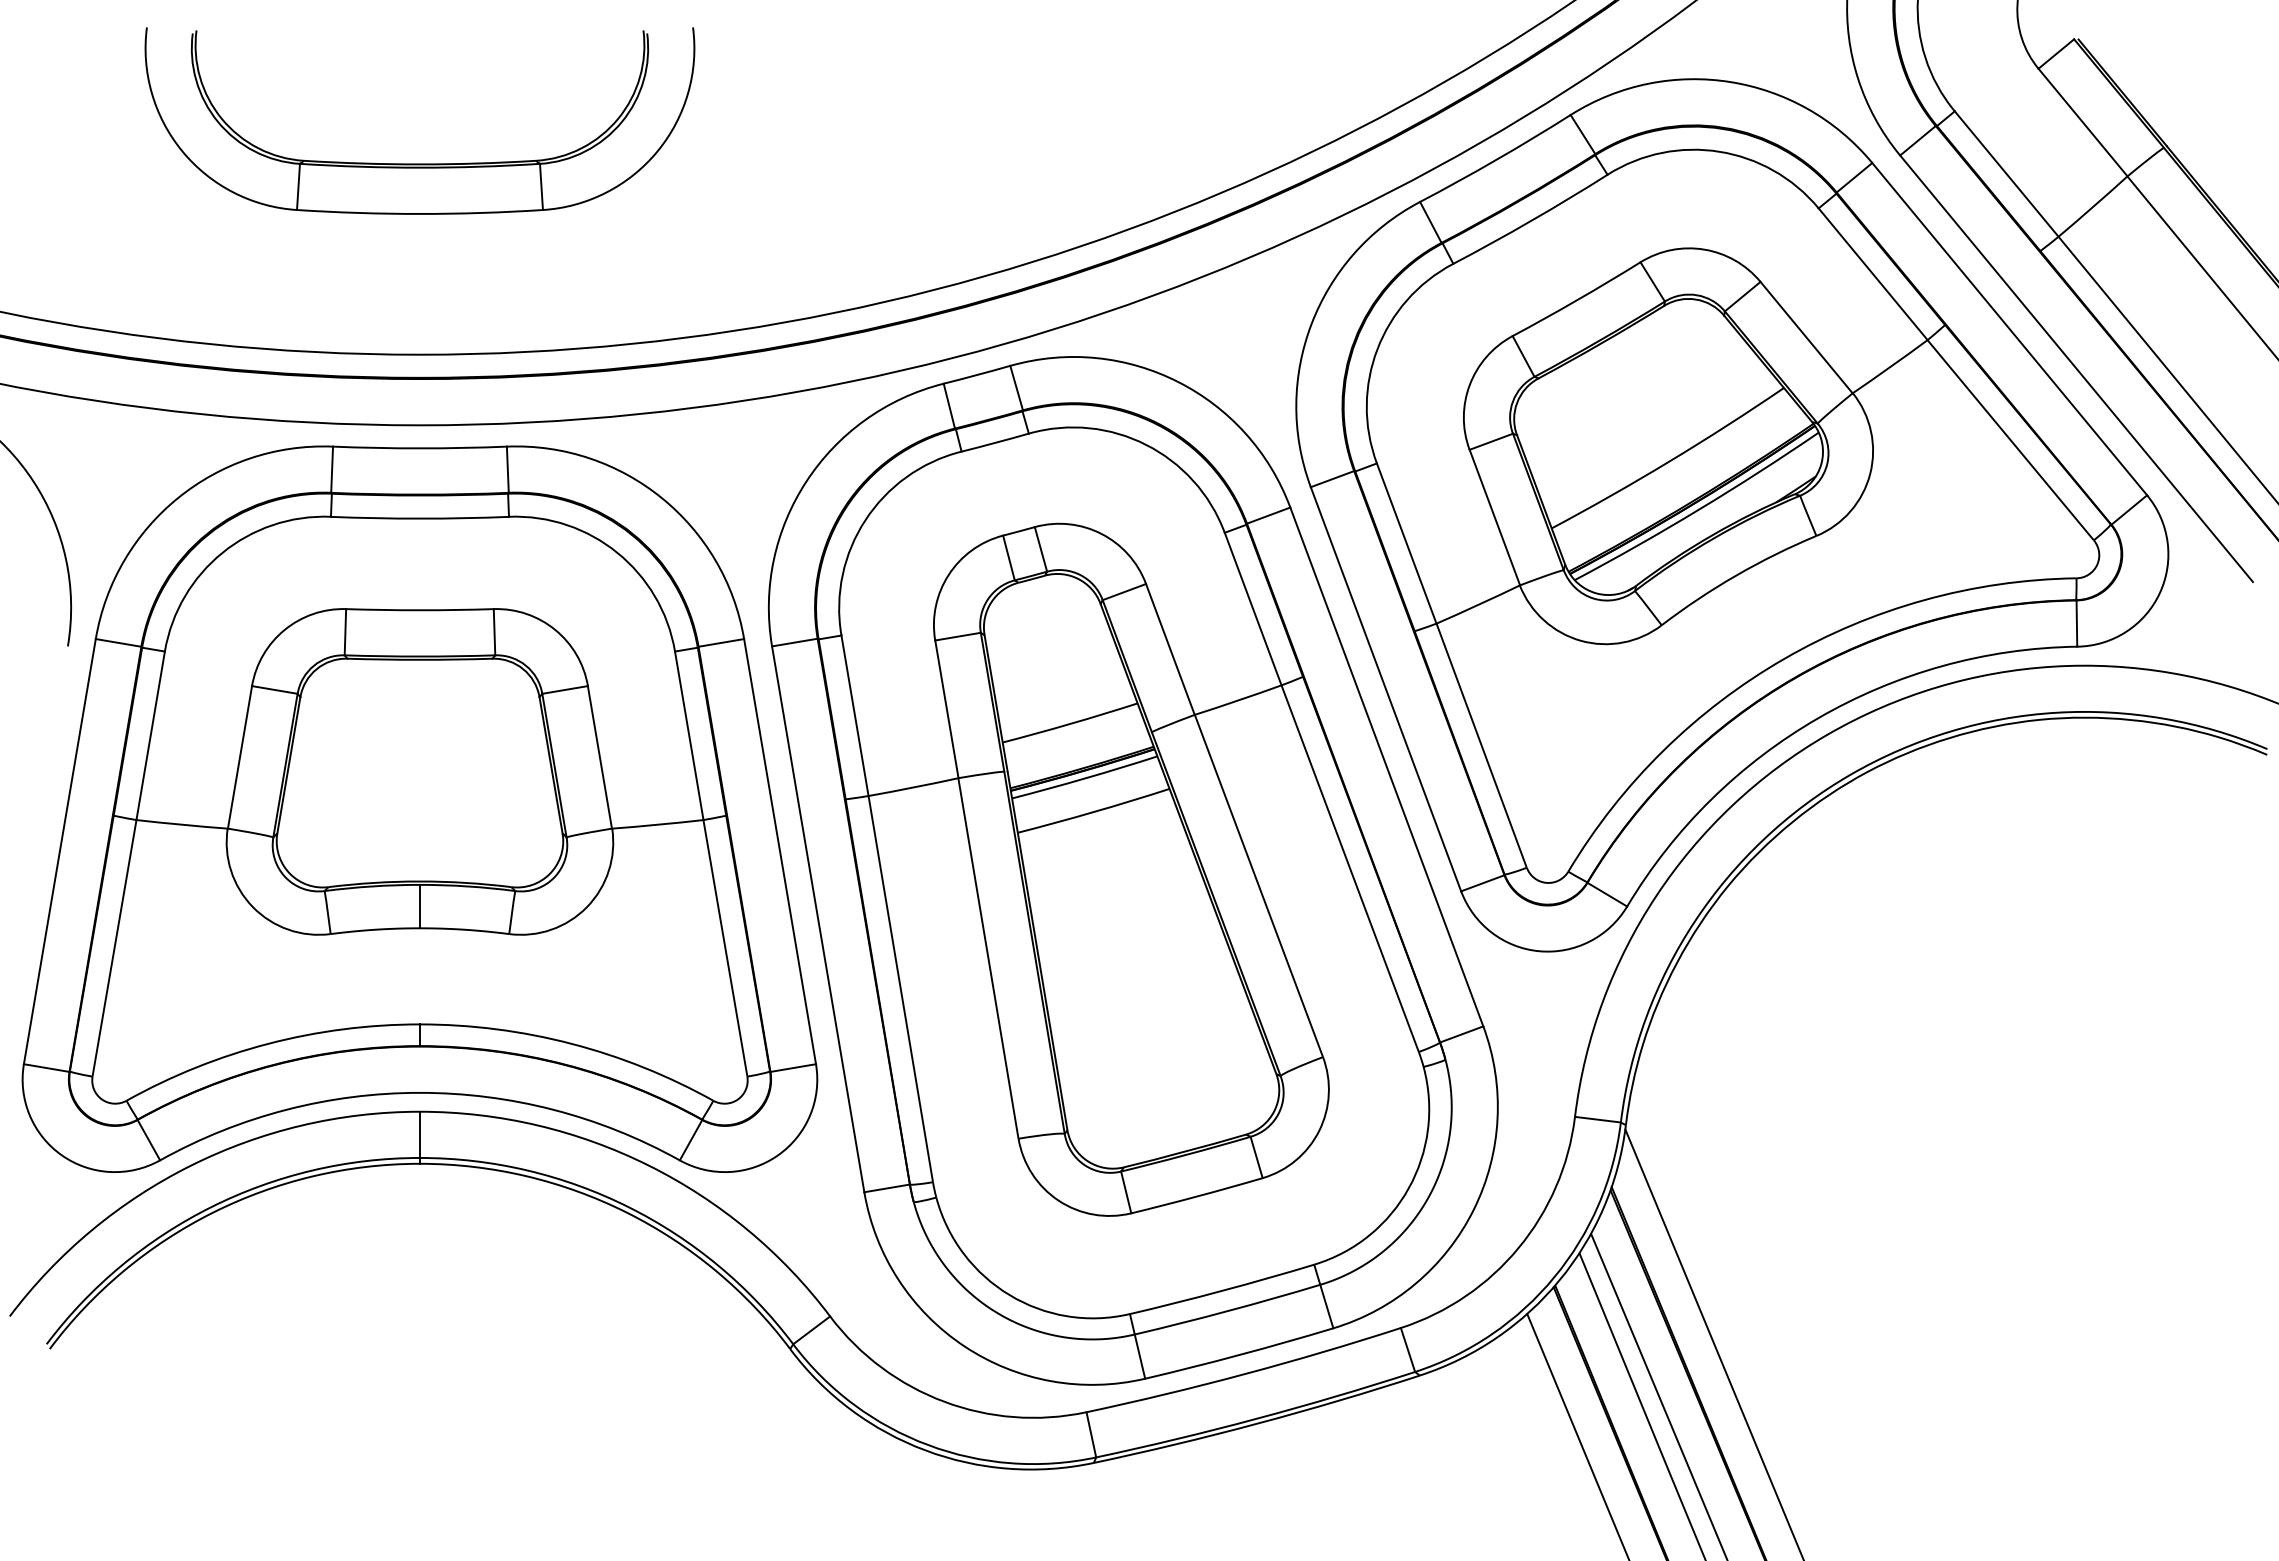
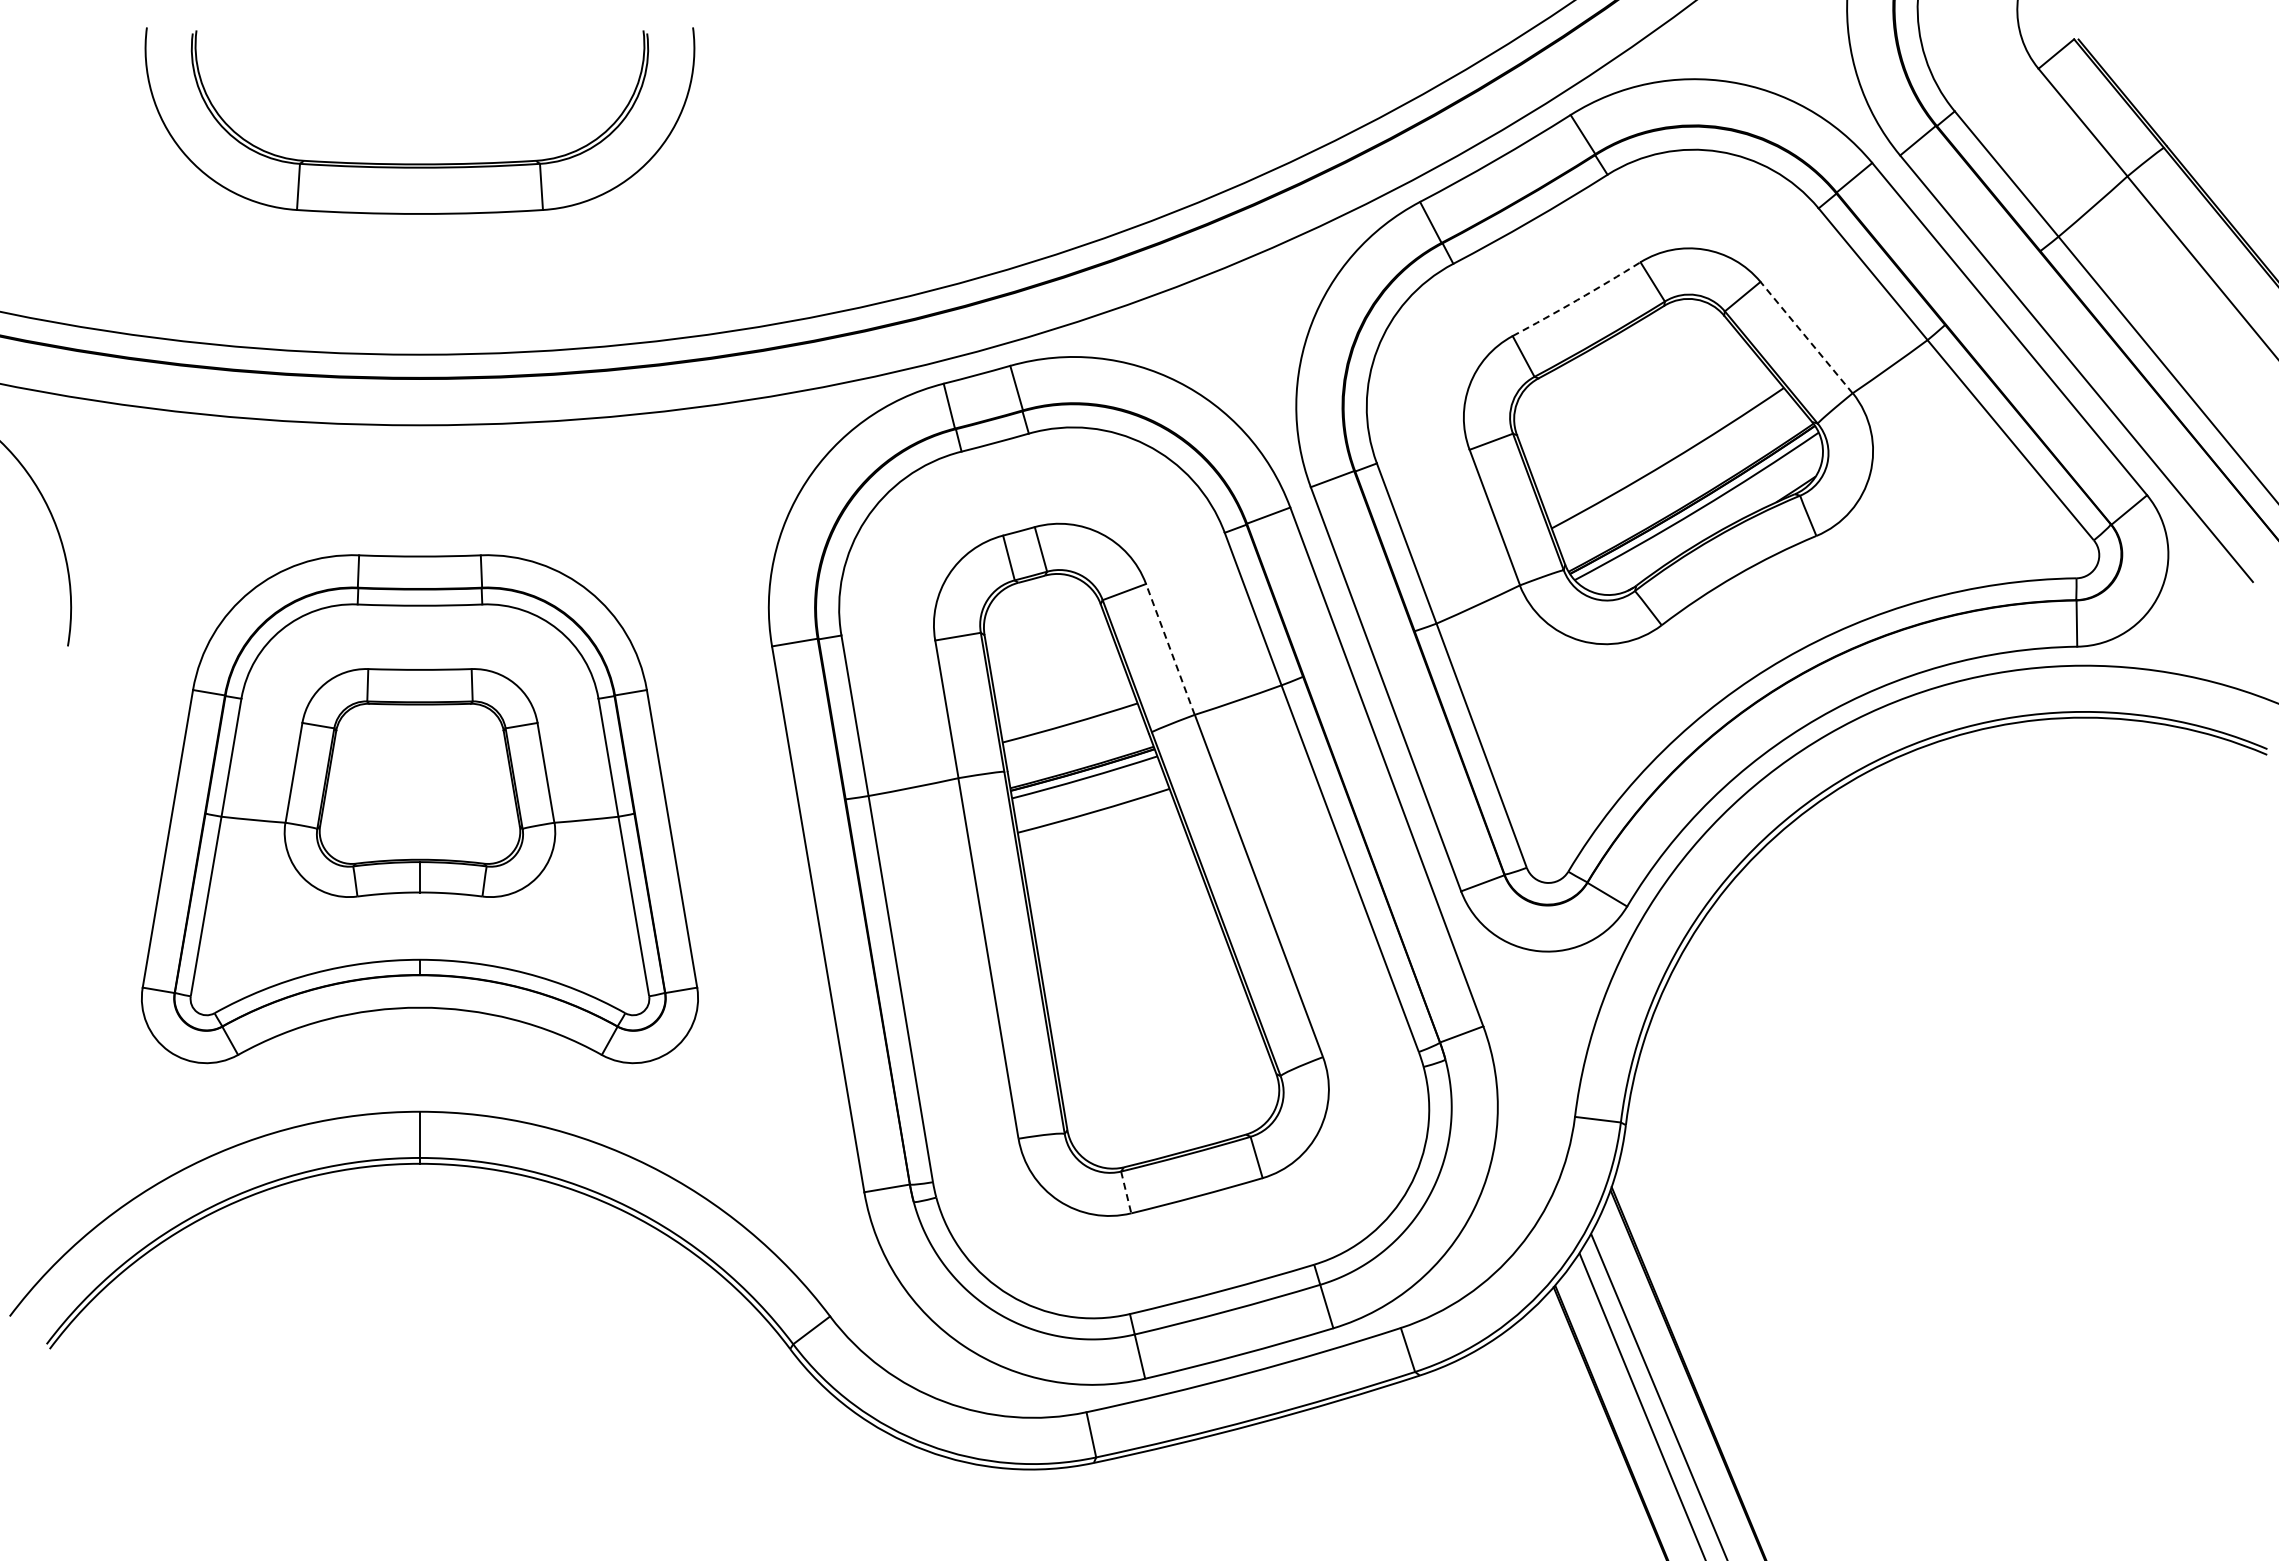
arc at (1577, 300): solid -> dashed
line at (1806, 337): solid -> dashed
line at (1170, 649): solid -> dashed
part at (419, 808) size: 798x728 px -> 558x511 px
line at (1126, 1192): solid -> dashed
line at (1713, 1343): present -> none
line at (1577, 1435): present -> none
